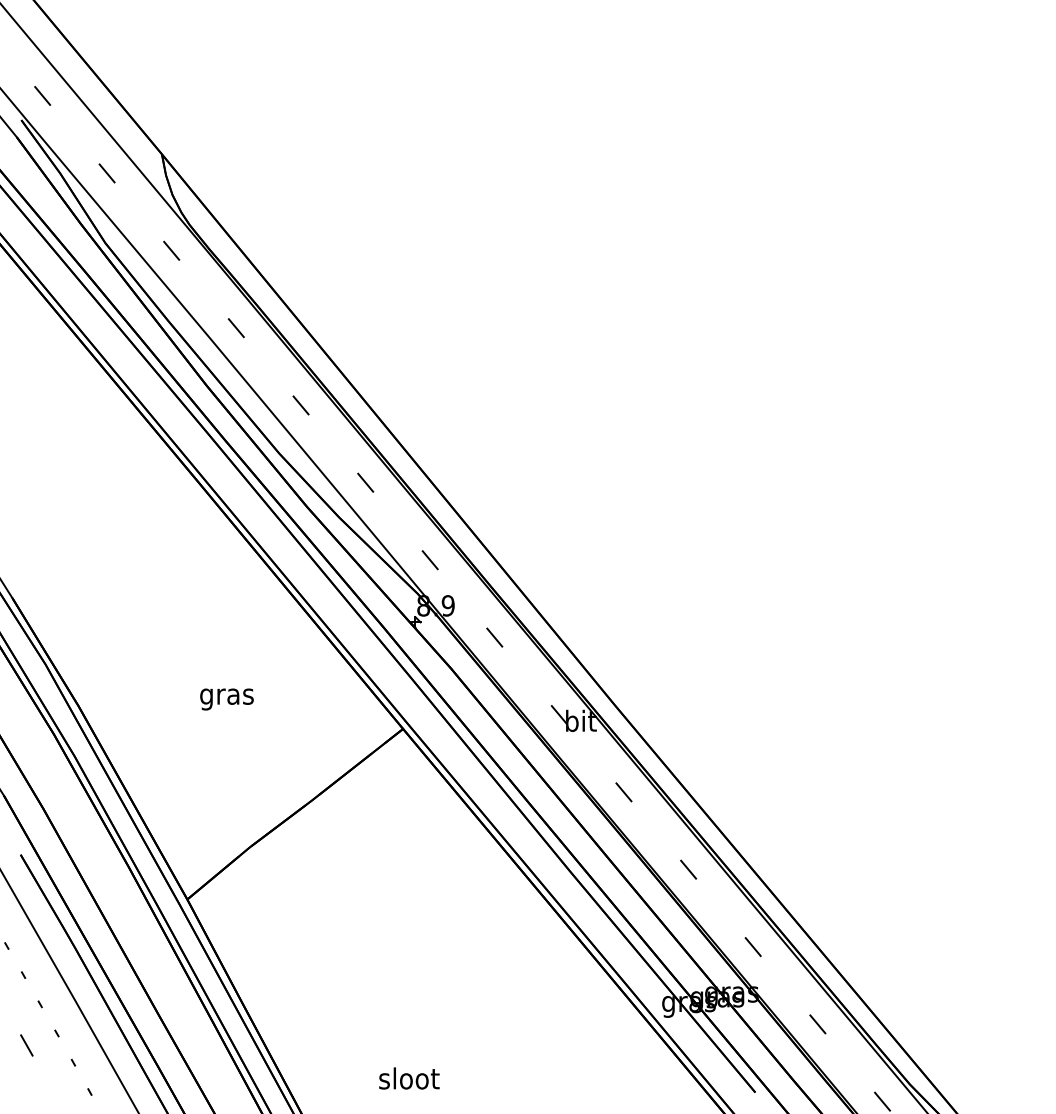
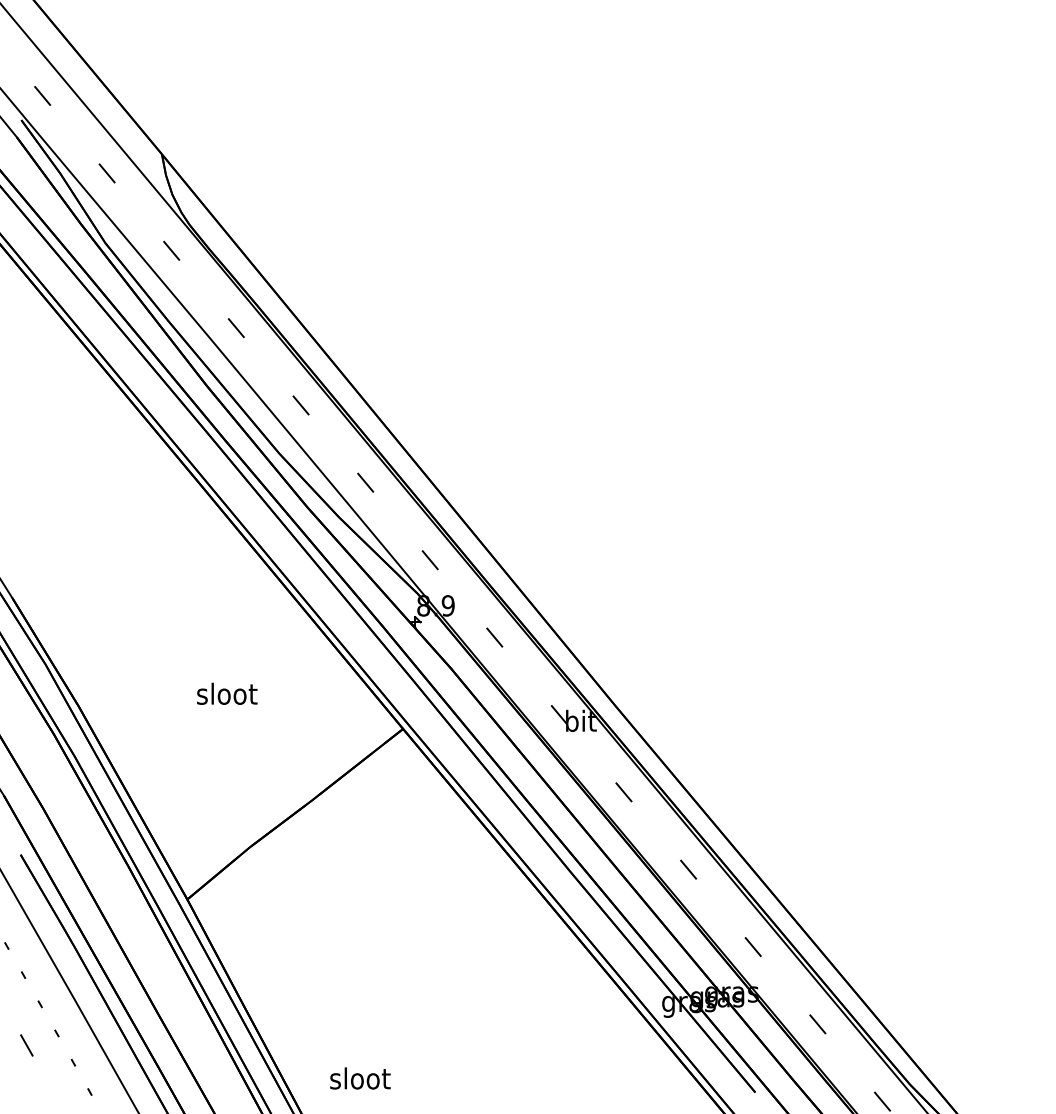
text at (227, 696): gras -> sloot
text at (409, 1078) position: (409, 1078) -> (360, 1078)
